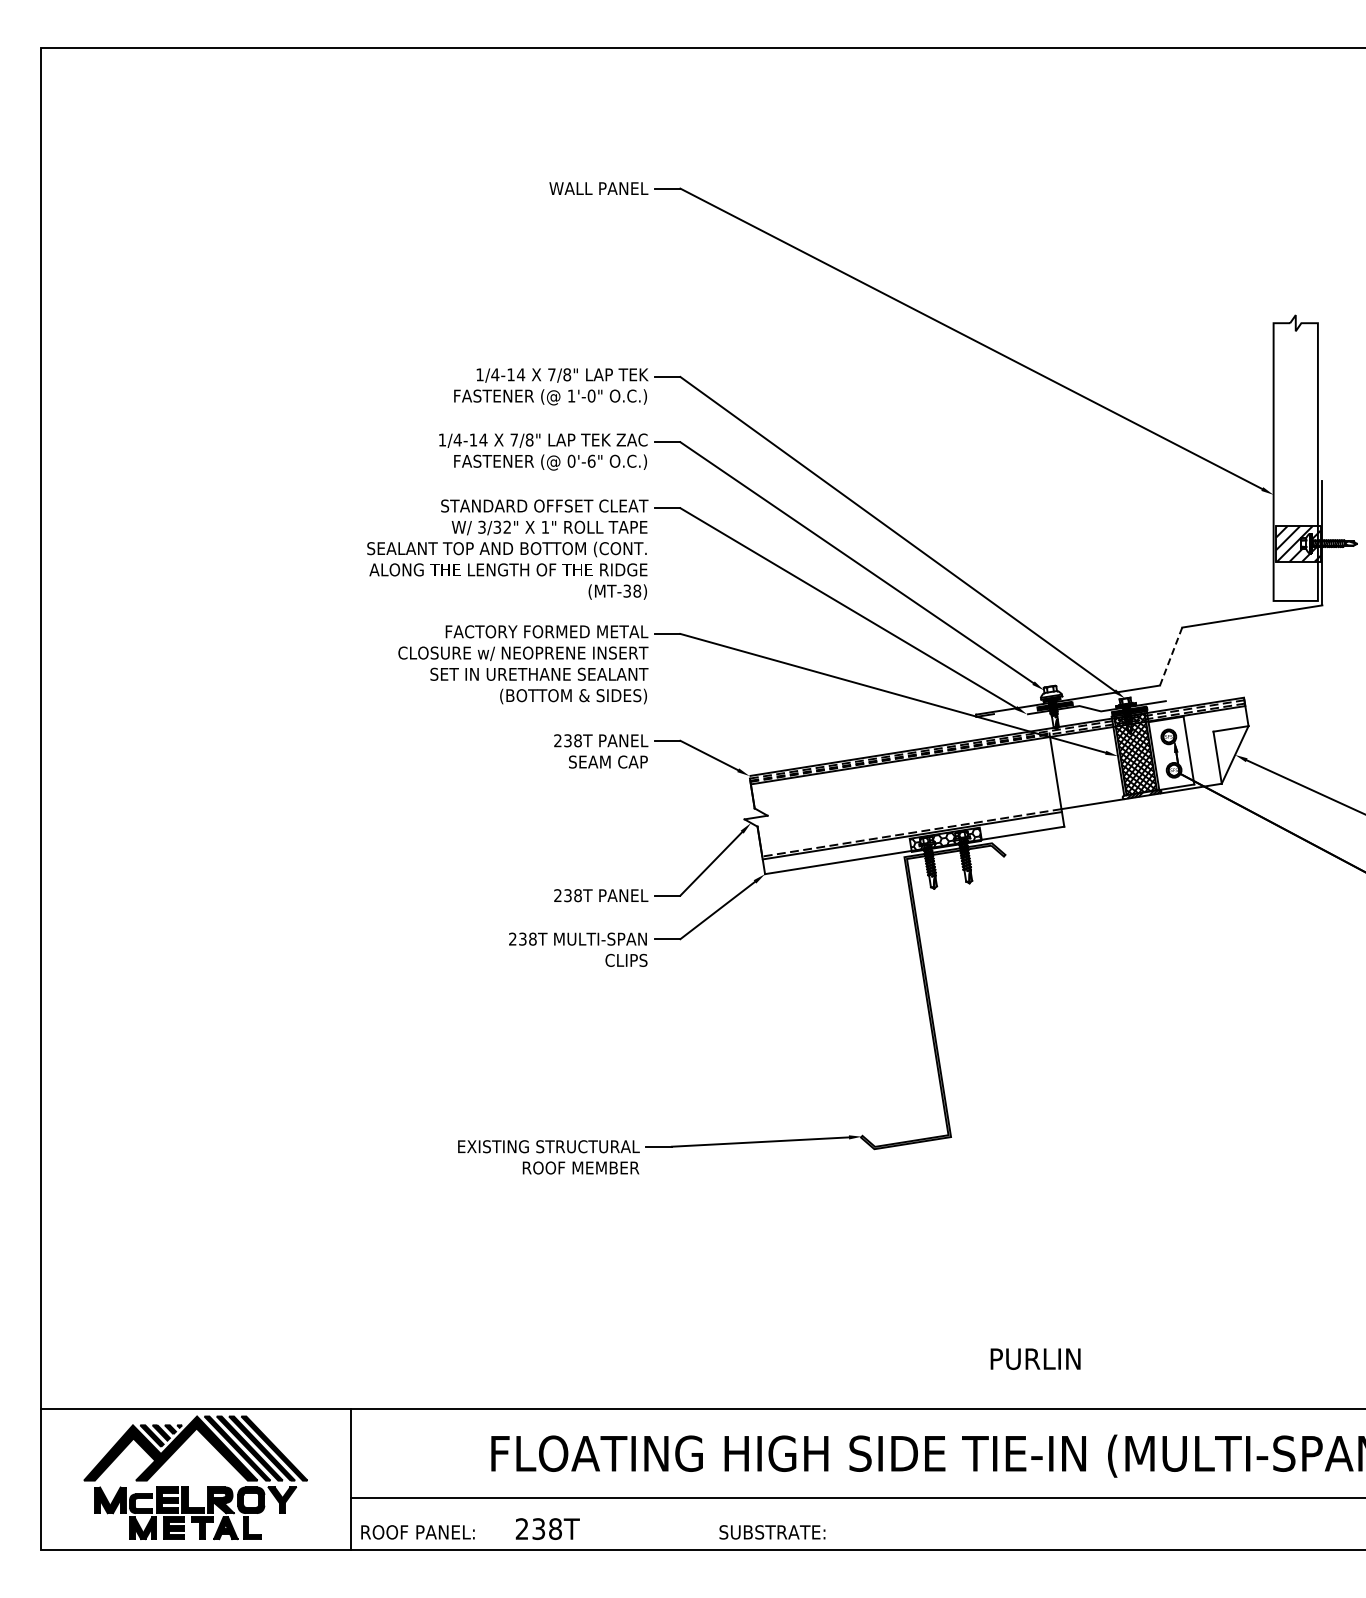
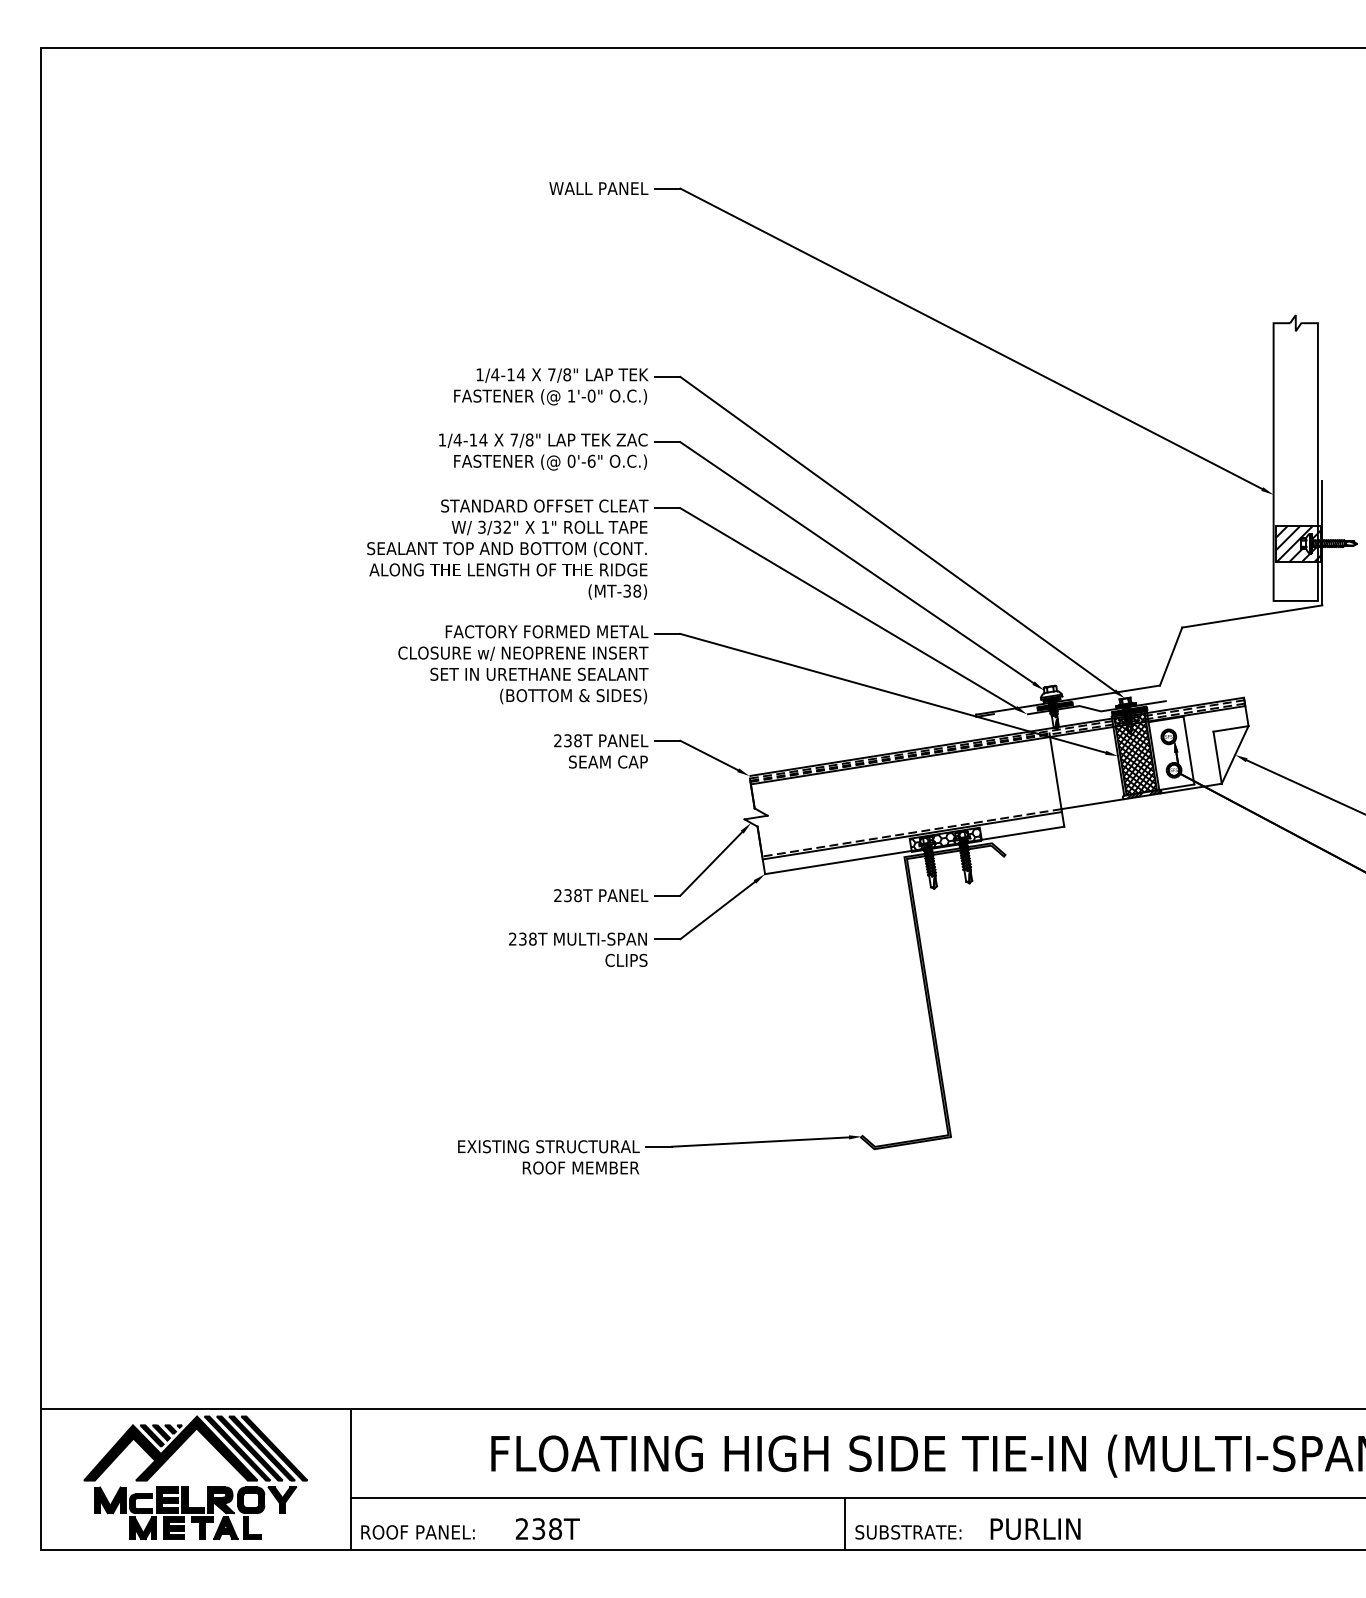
line at (1171, 656): dashed -> solid
text at (1035, 1358) position: (1035, 1358) -> (1035, 1528)
line at (845, 1524): none -> present
text at (772, 1532) position: (772, 1532) -> (908, 1532)
